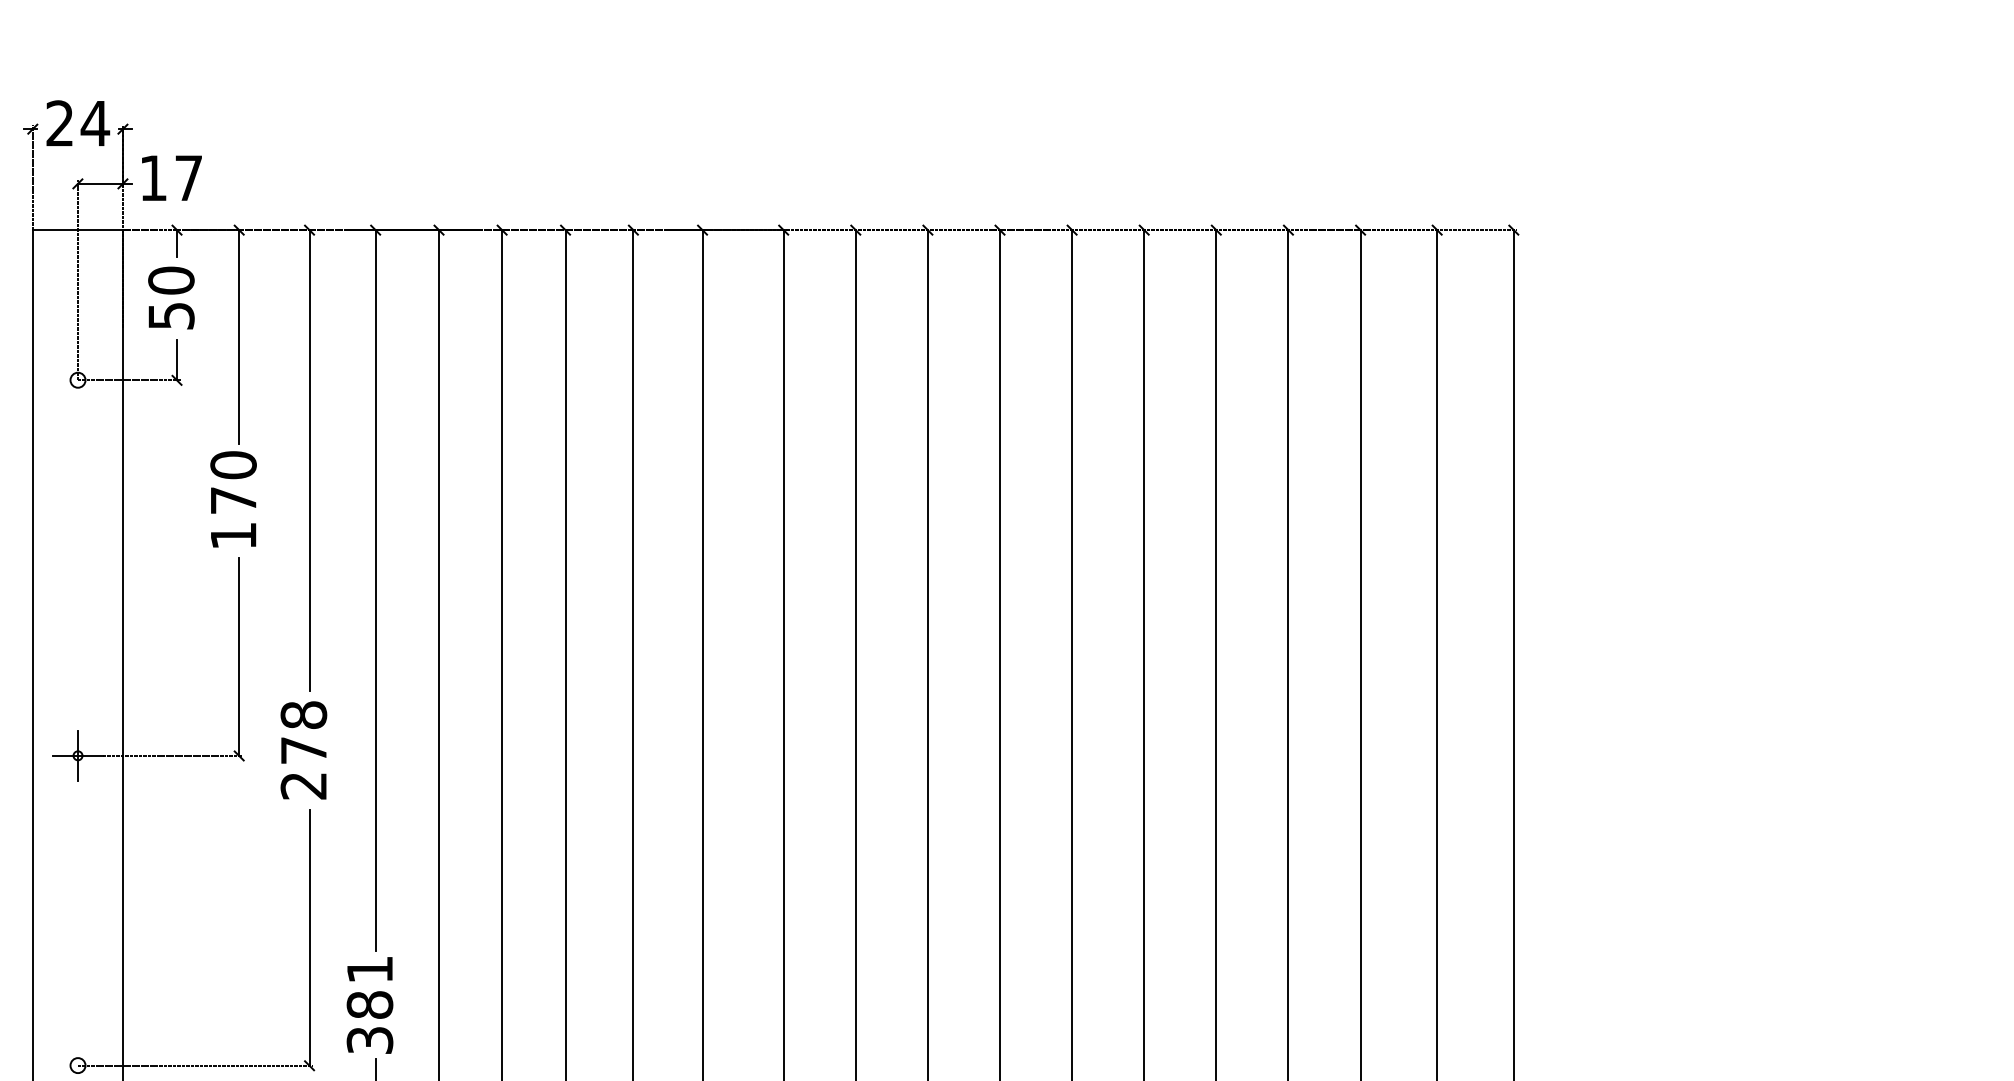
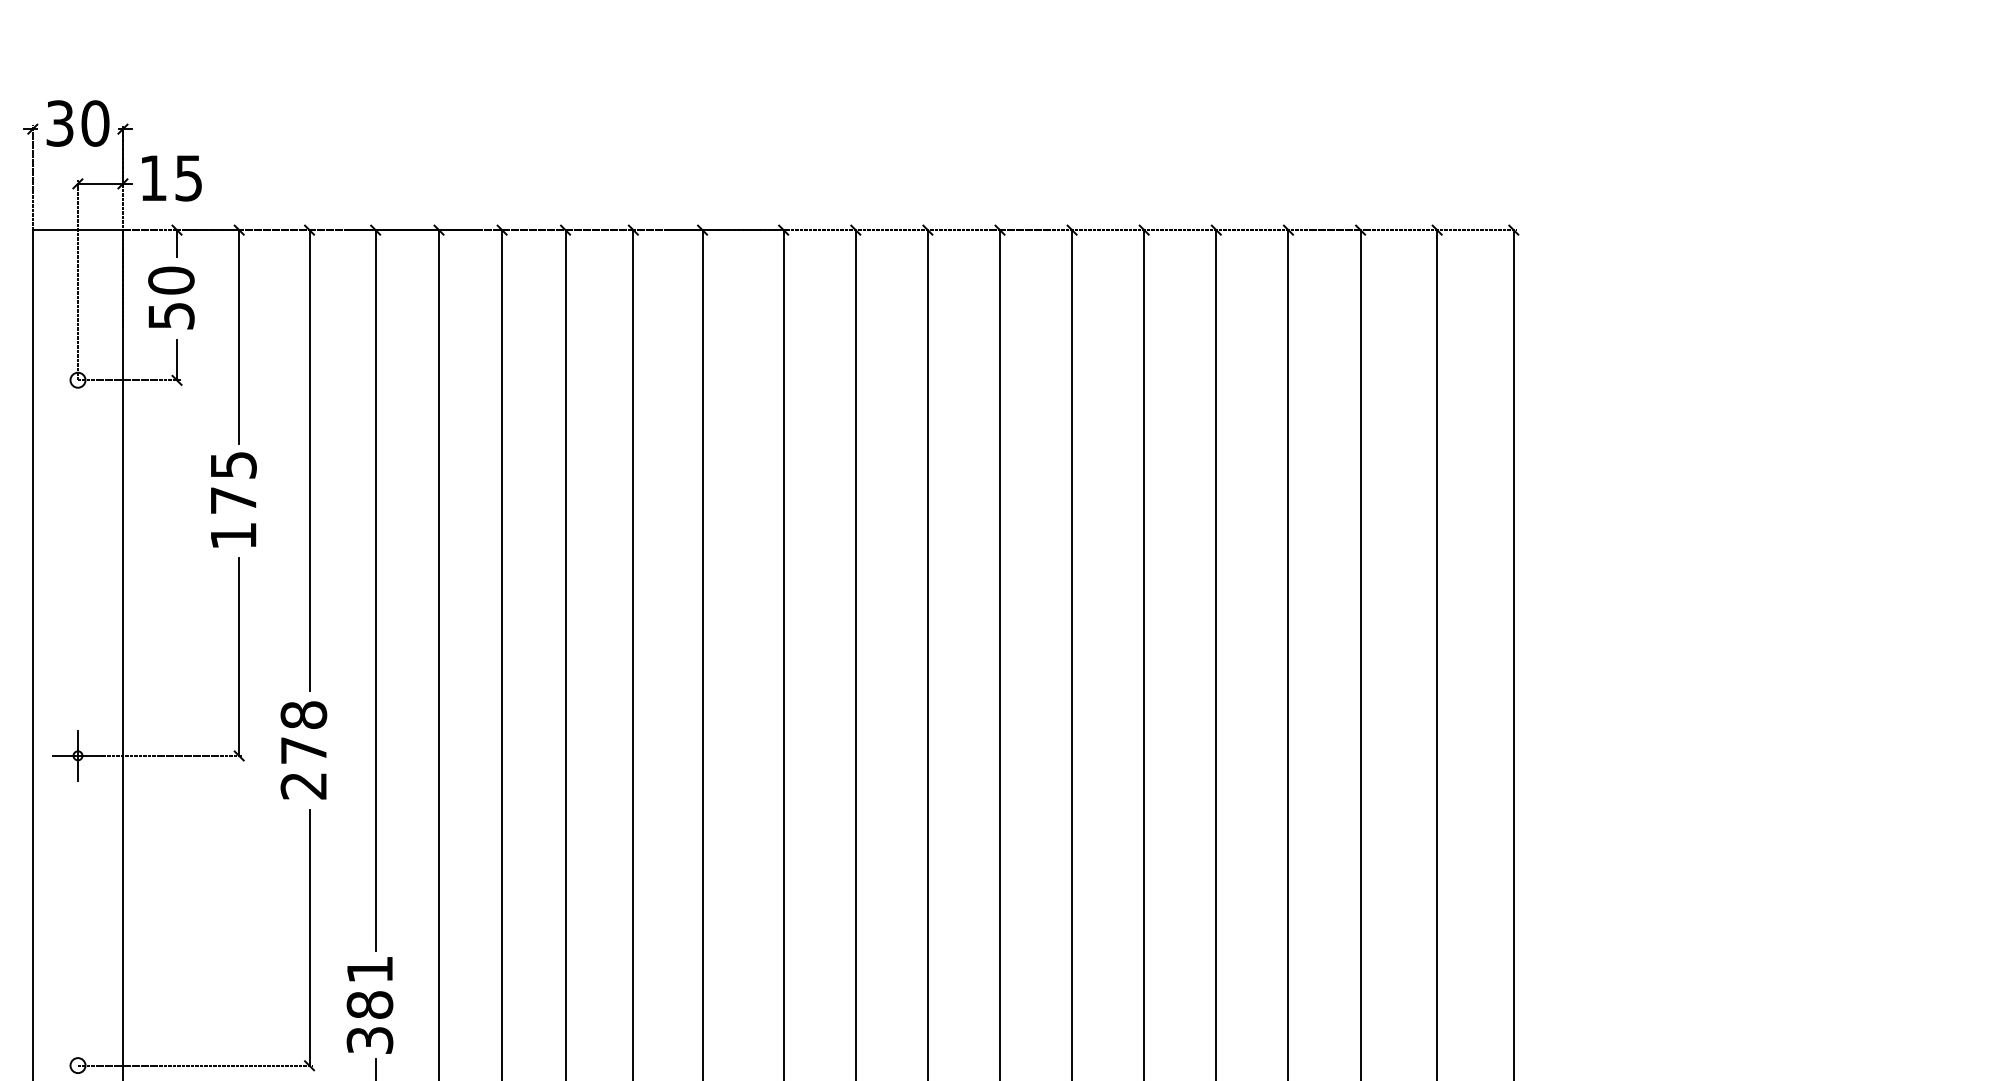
text at (78, 123): 24 -> 30
text at (188, 178): 17 -> 15
text at (233, 465): 170 -> 175
